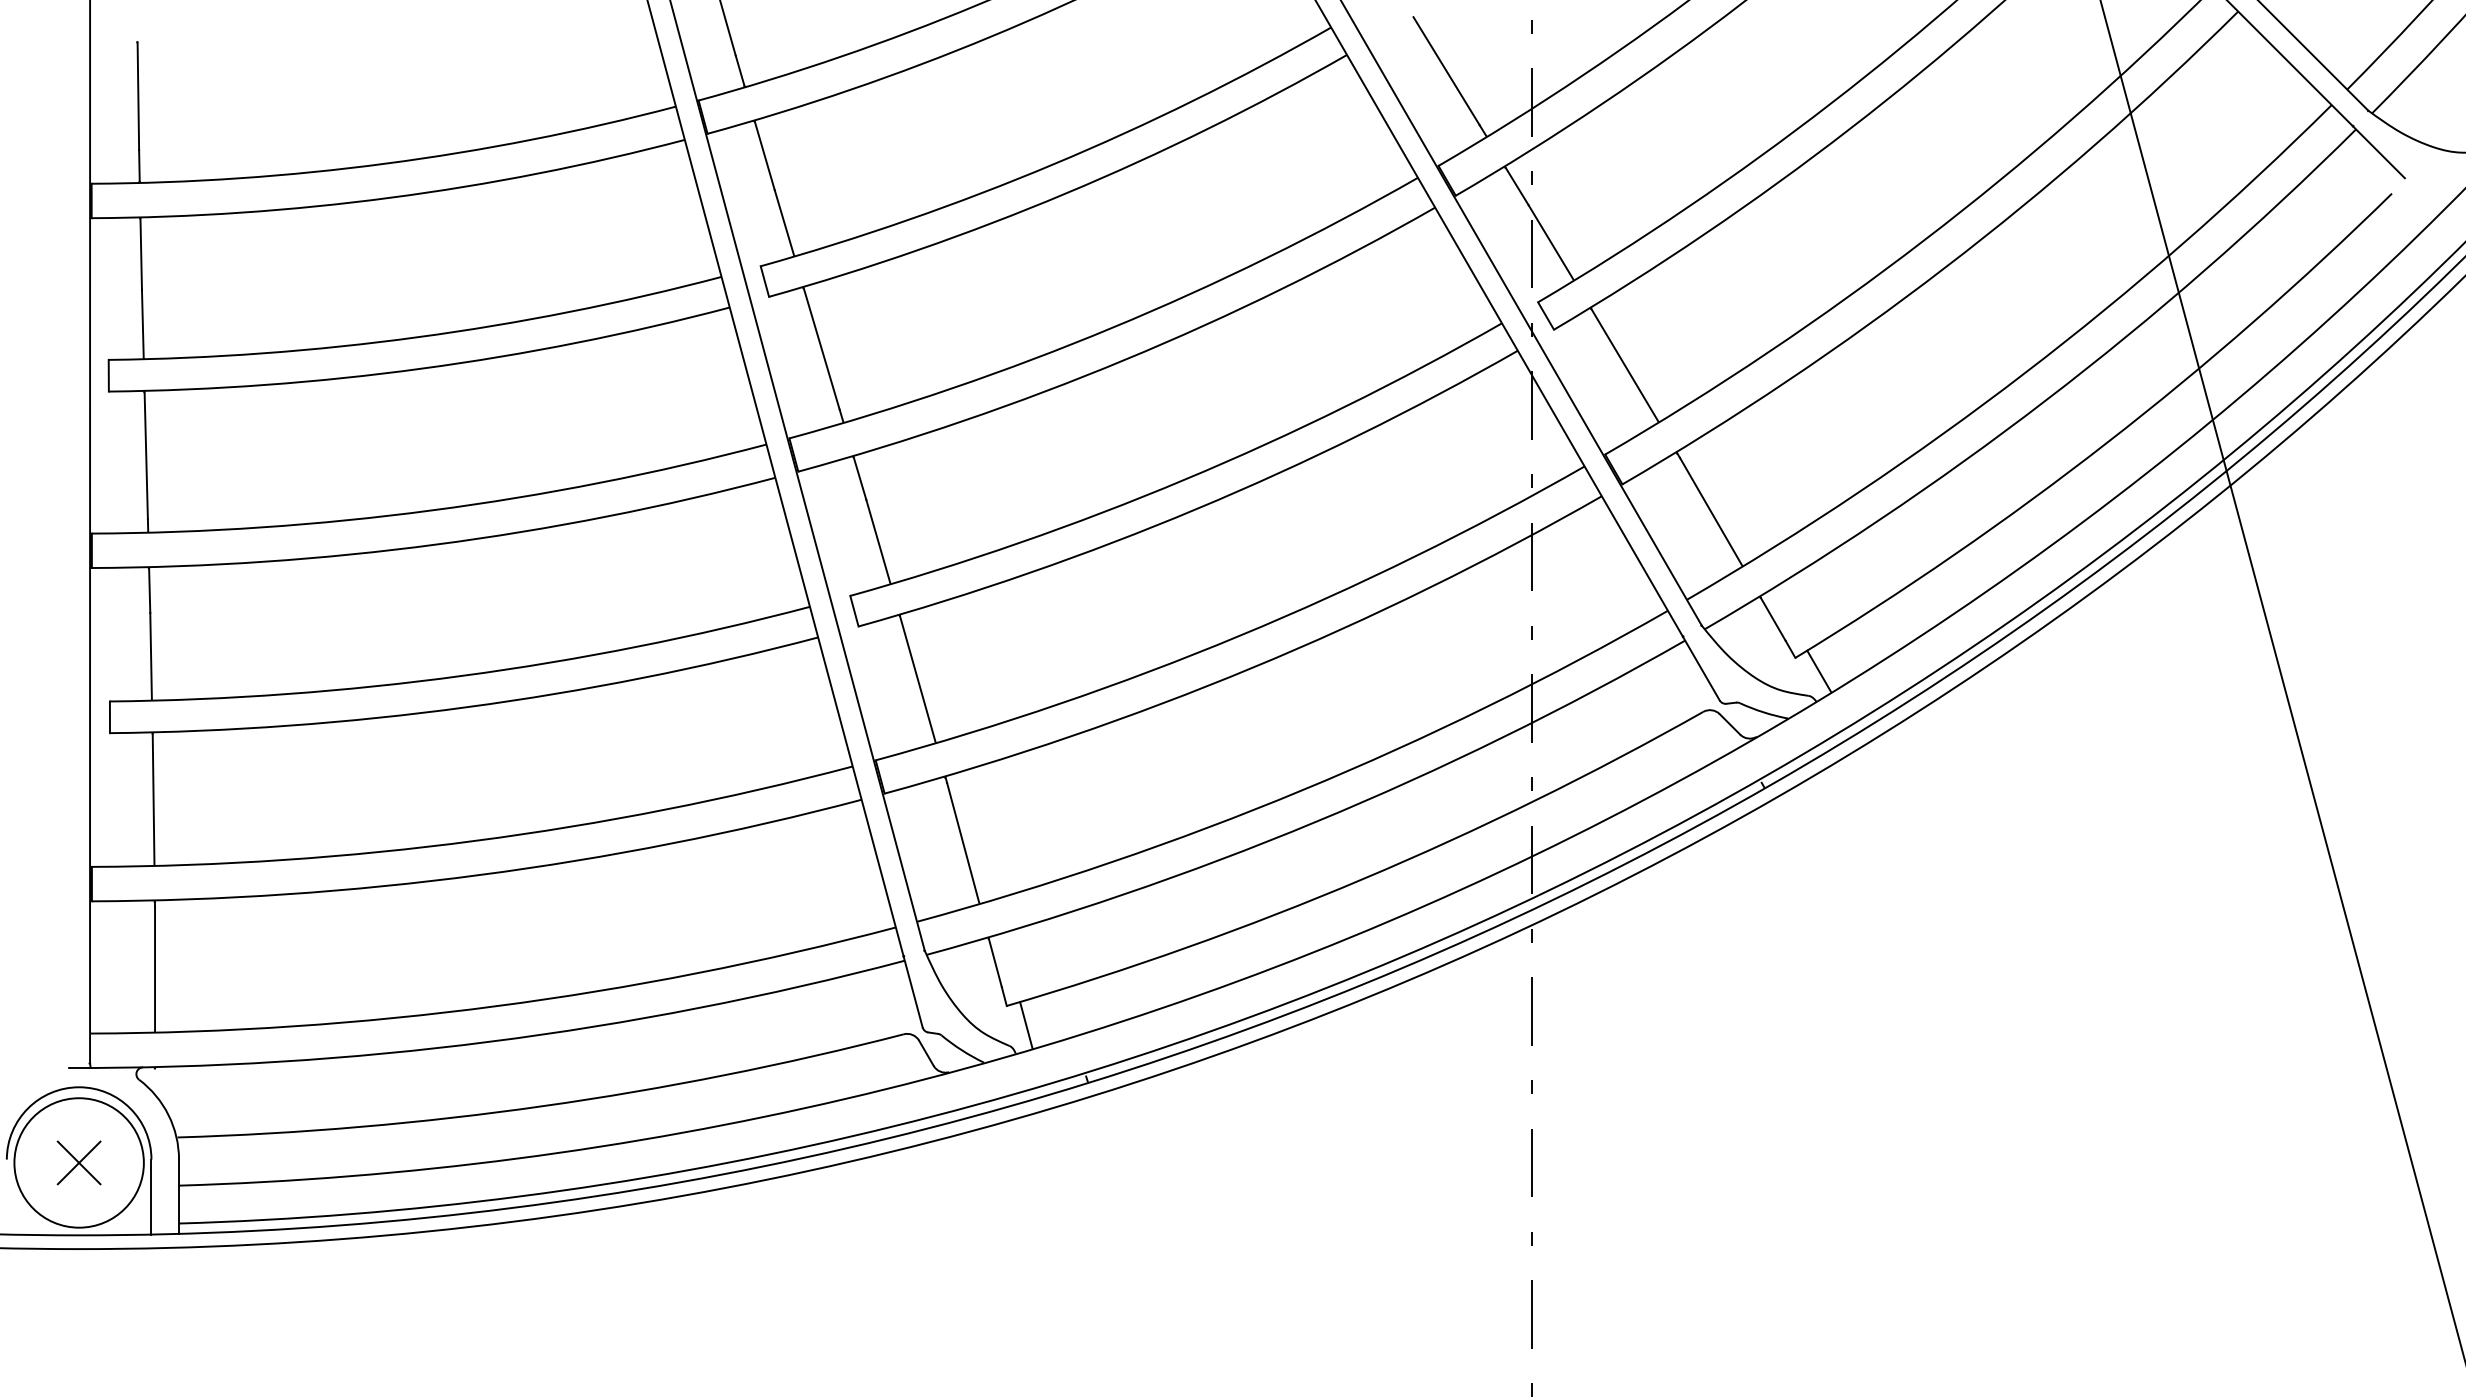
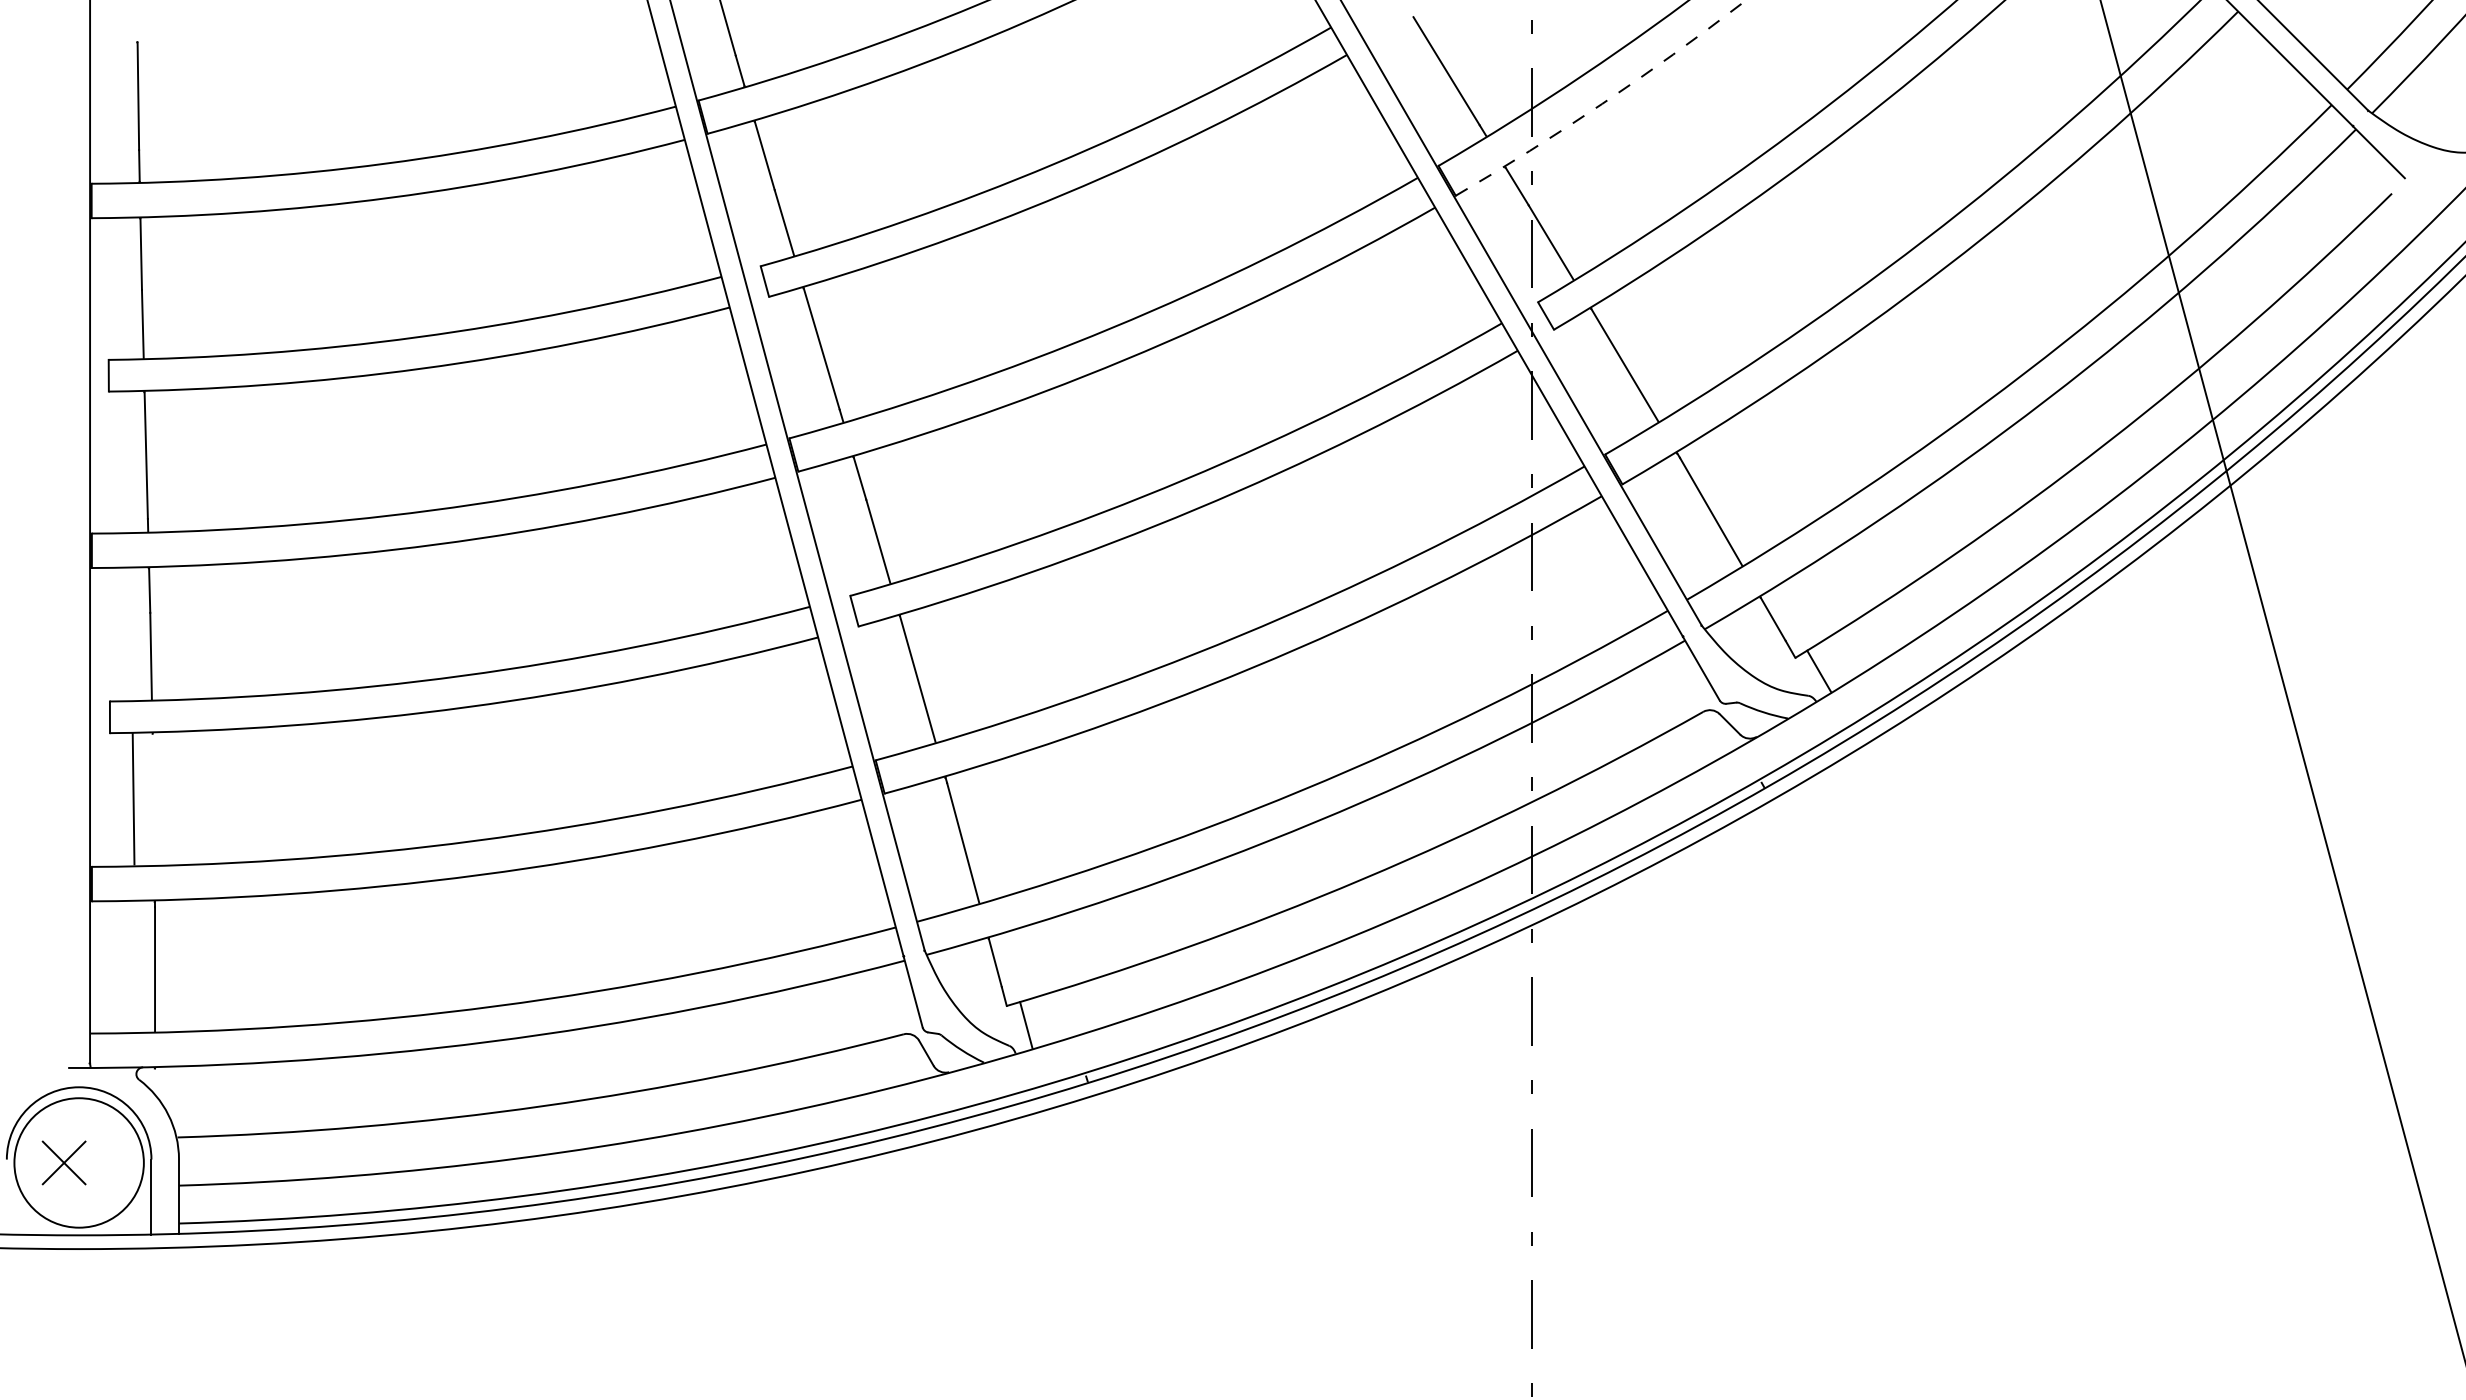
arc at (1604, 102): solid -> dashed
line at (153, 798) position: (153, 798) -> (133, 798)
part at (78, 1162) position: (78, 1162) -> (63, 1162)
